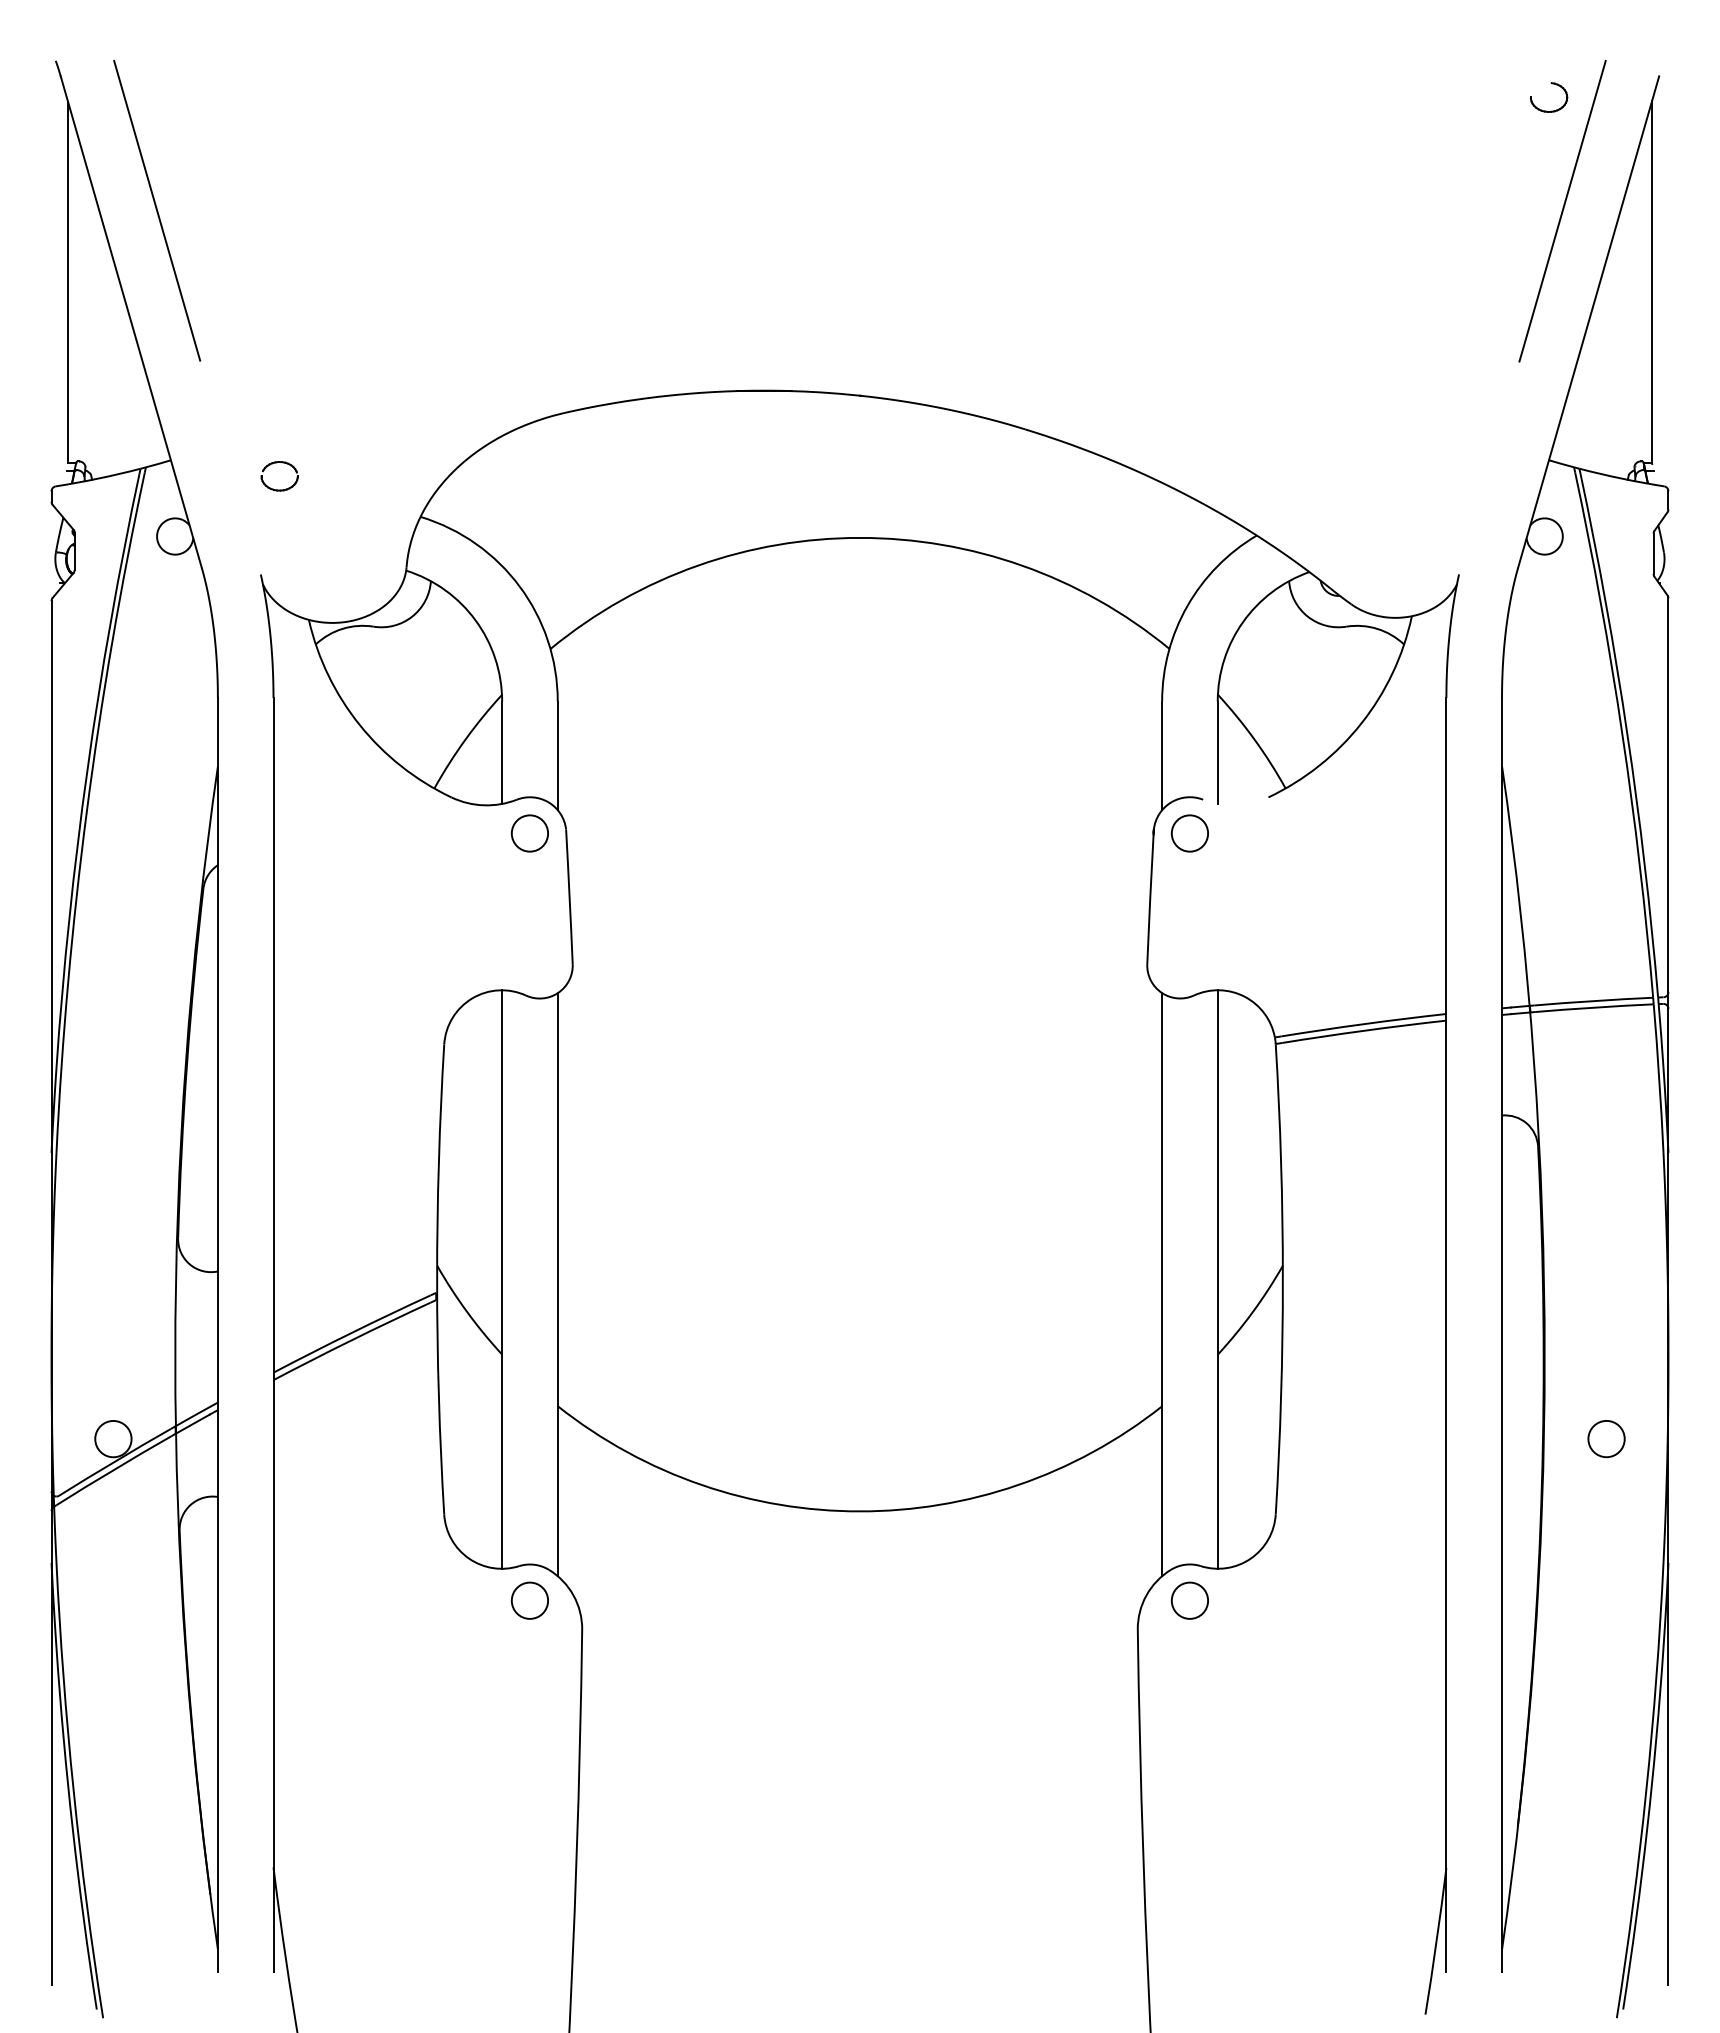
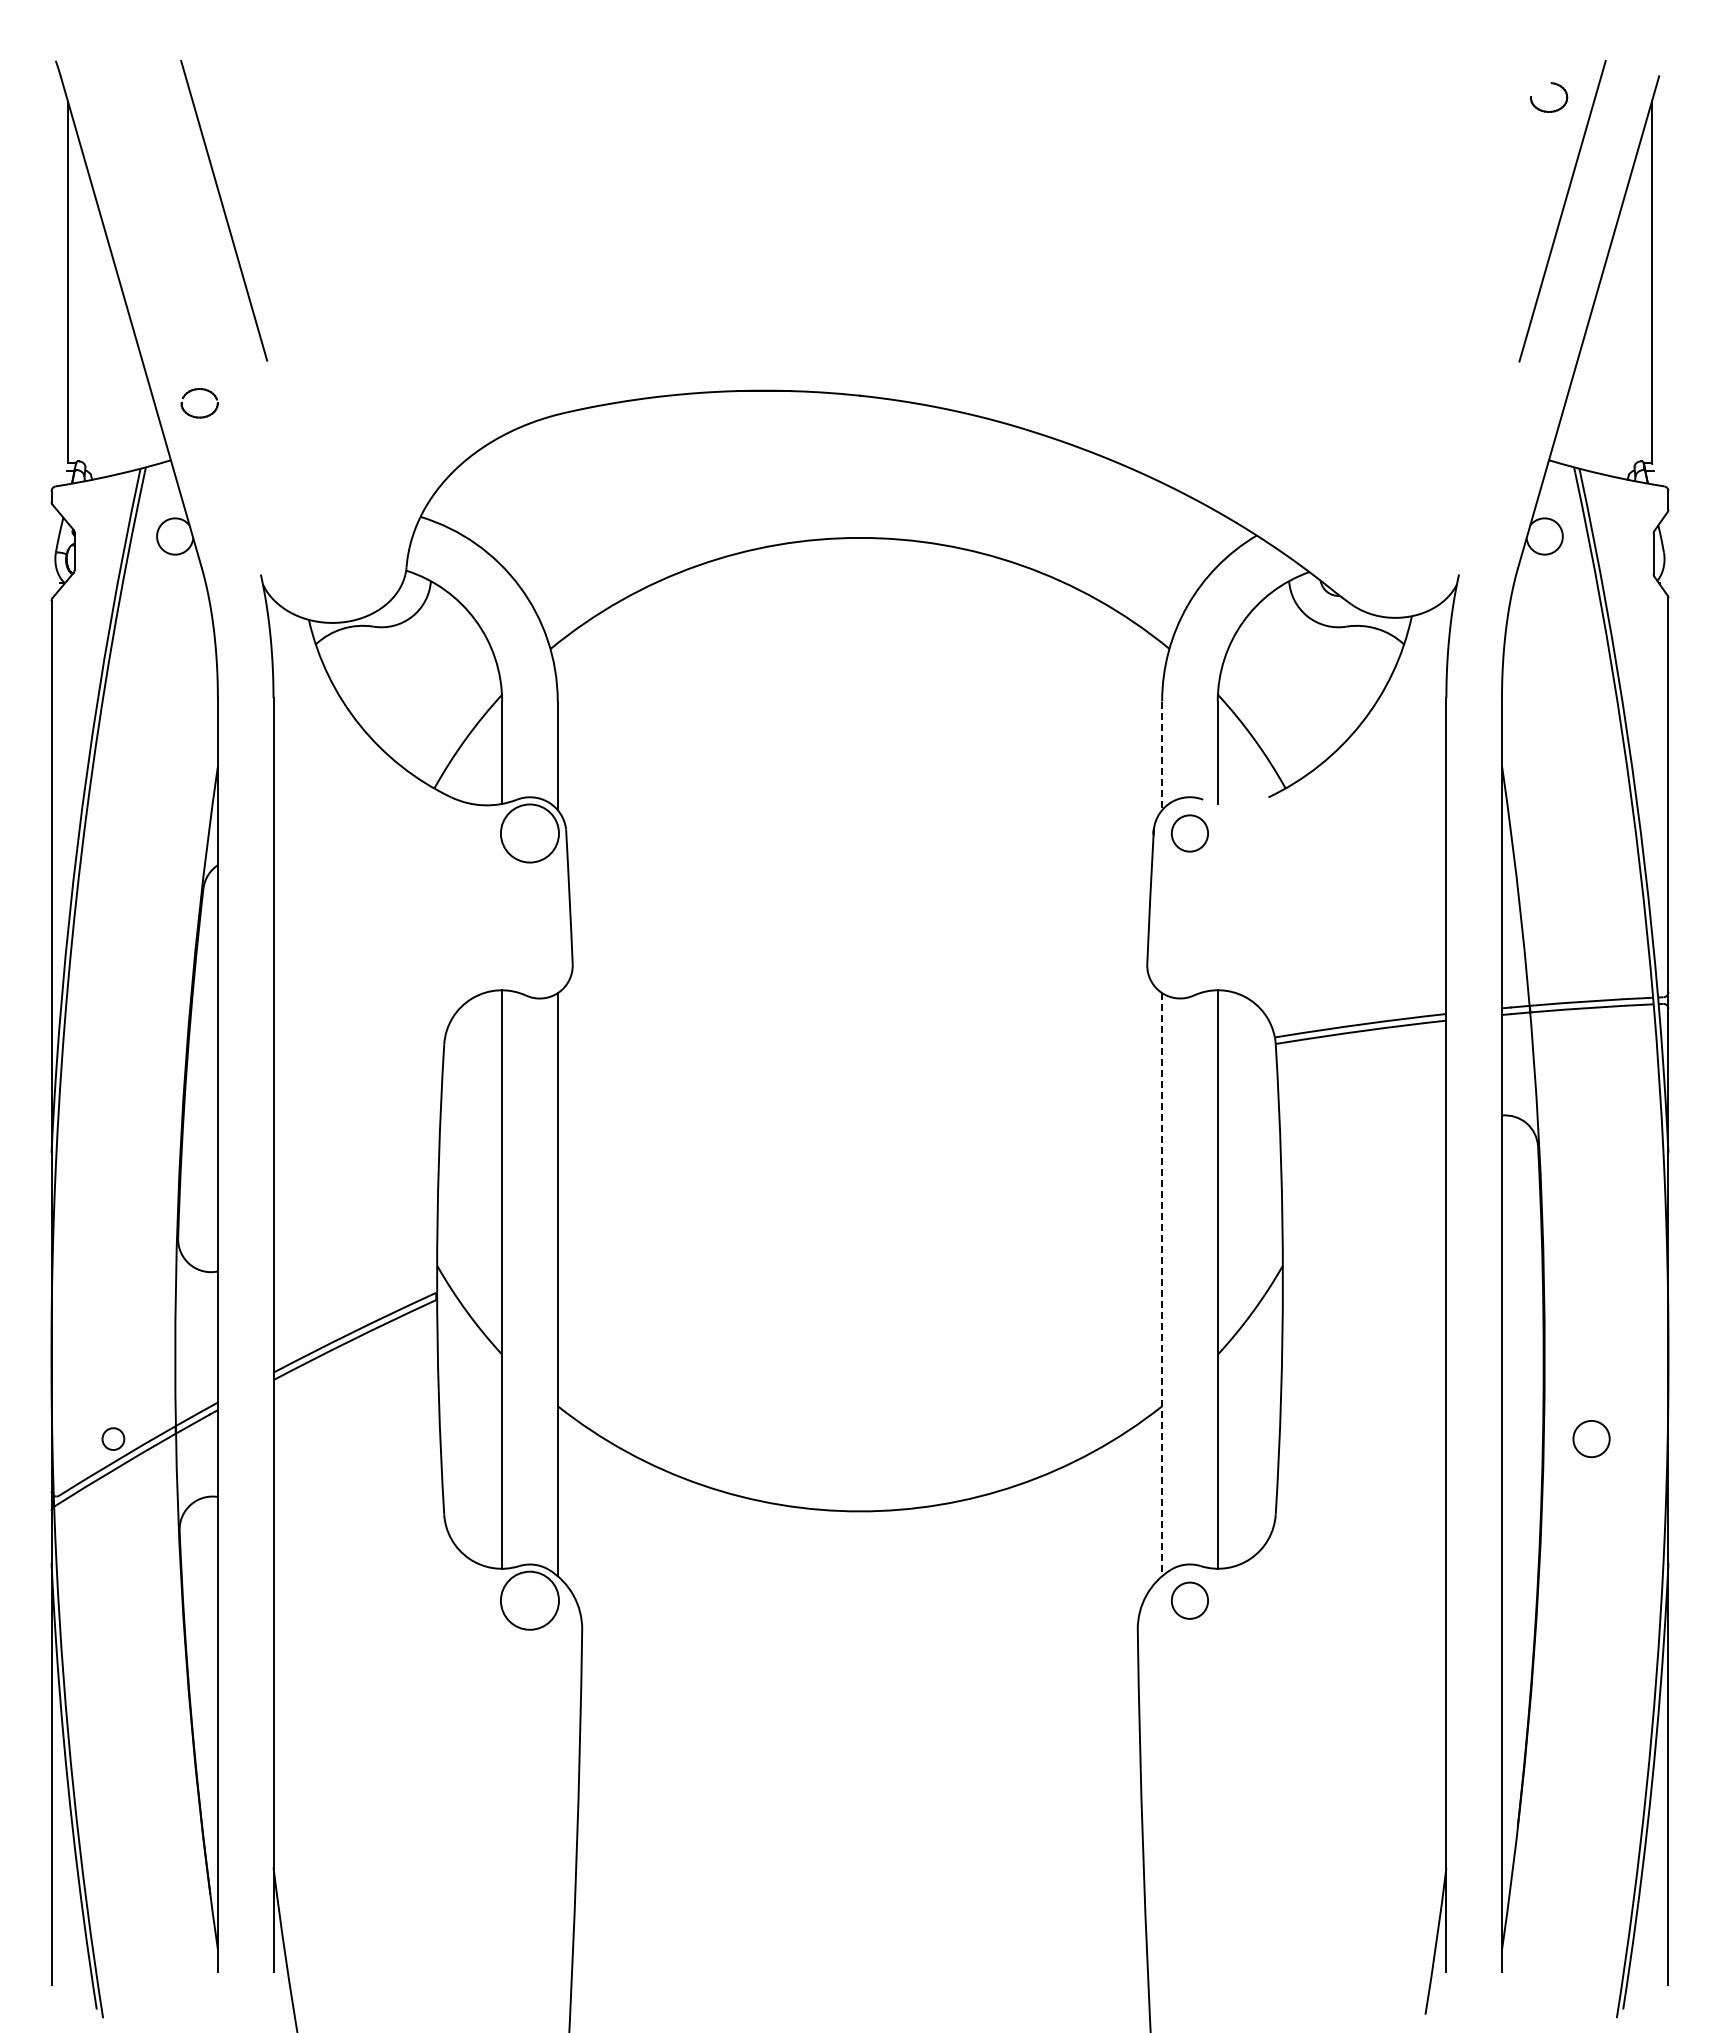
line at (157, 210) position: (157, 210) -> (224, 210)
part at (279, 489) position: (279, 489) -> (199, 416)
line at (1162, 756): solid -> dashed
circle at (529, 833) diameter: 36 px -> 58 px
line at (1162, 1284): solid -> dashed
circle at (113, 1438) diameter: 36 px -> 22 px
circle at (1606, 1439) position: (1606, 1439) -> (1591, 1439)
circle at (529, 1600) diameter: 36 px -> 58 px
